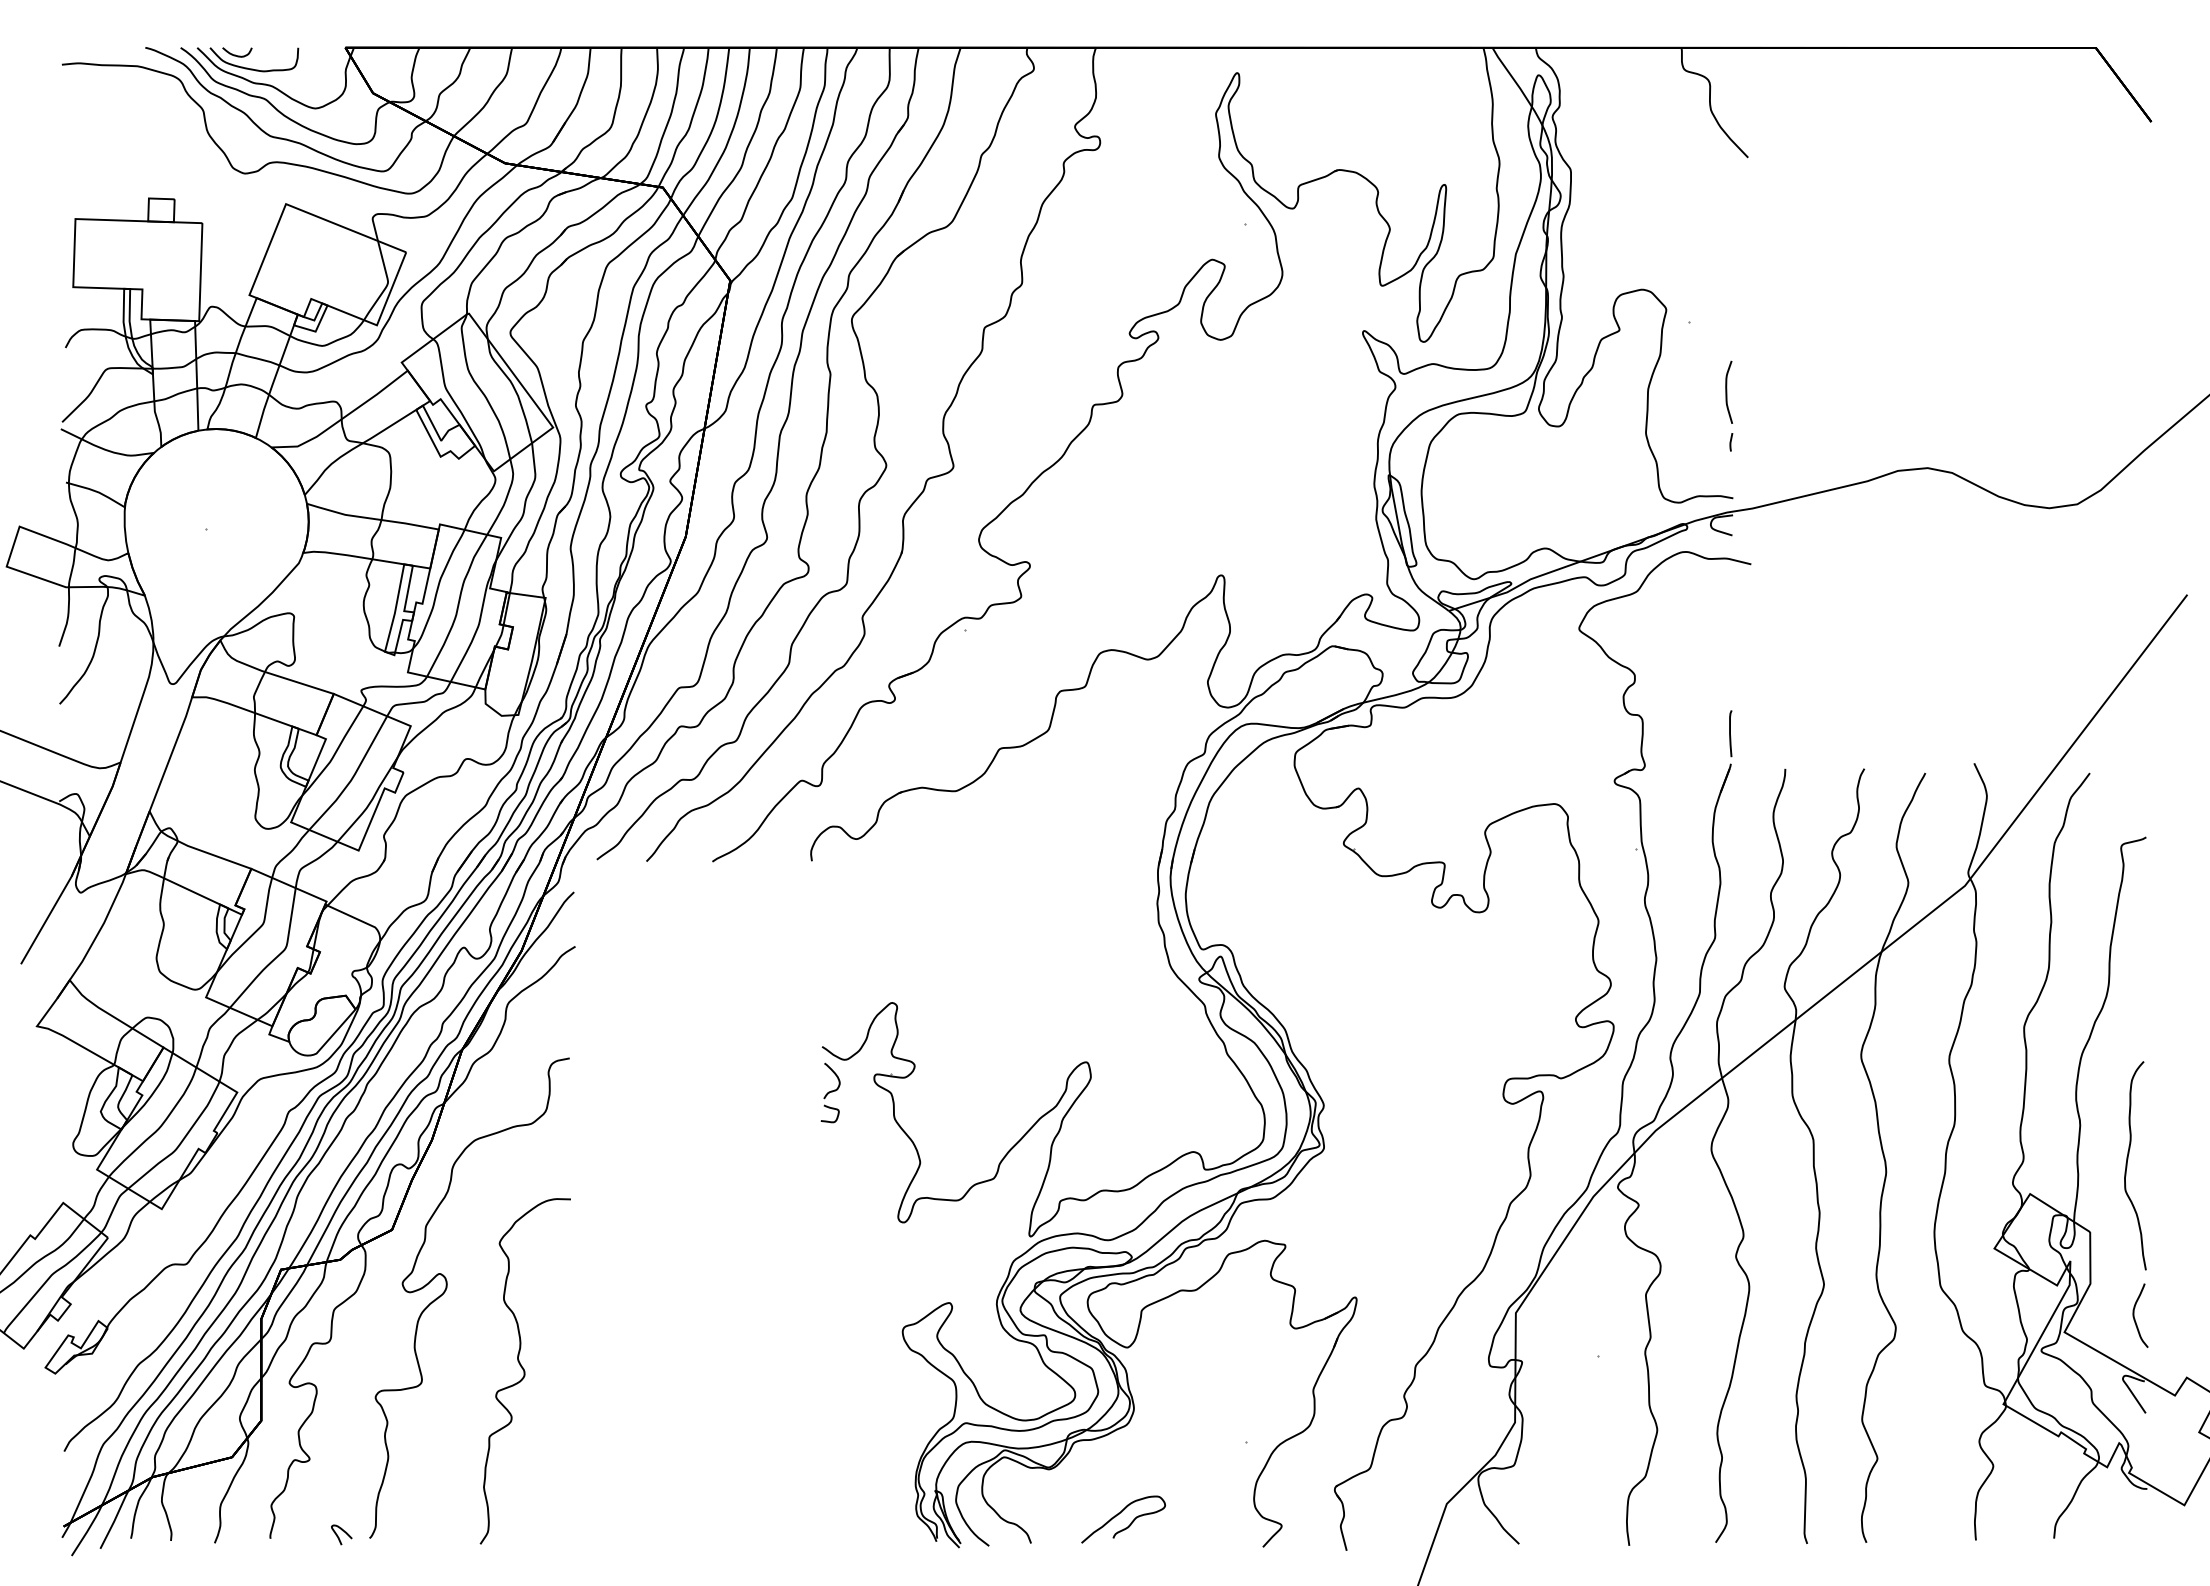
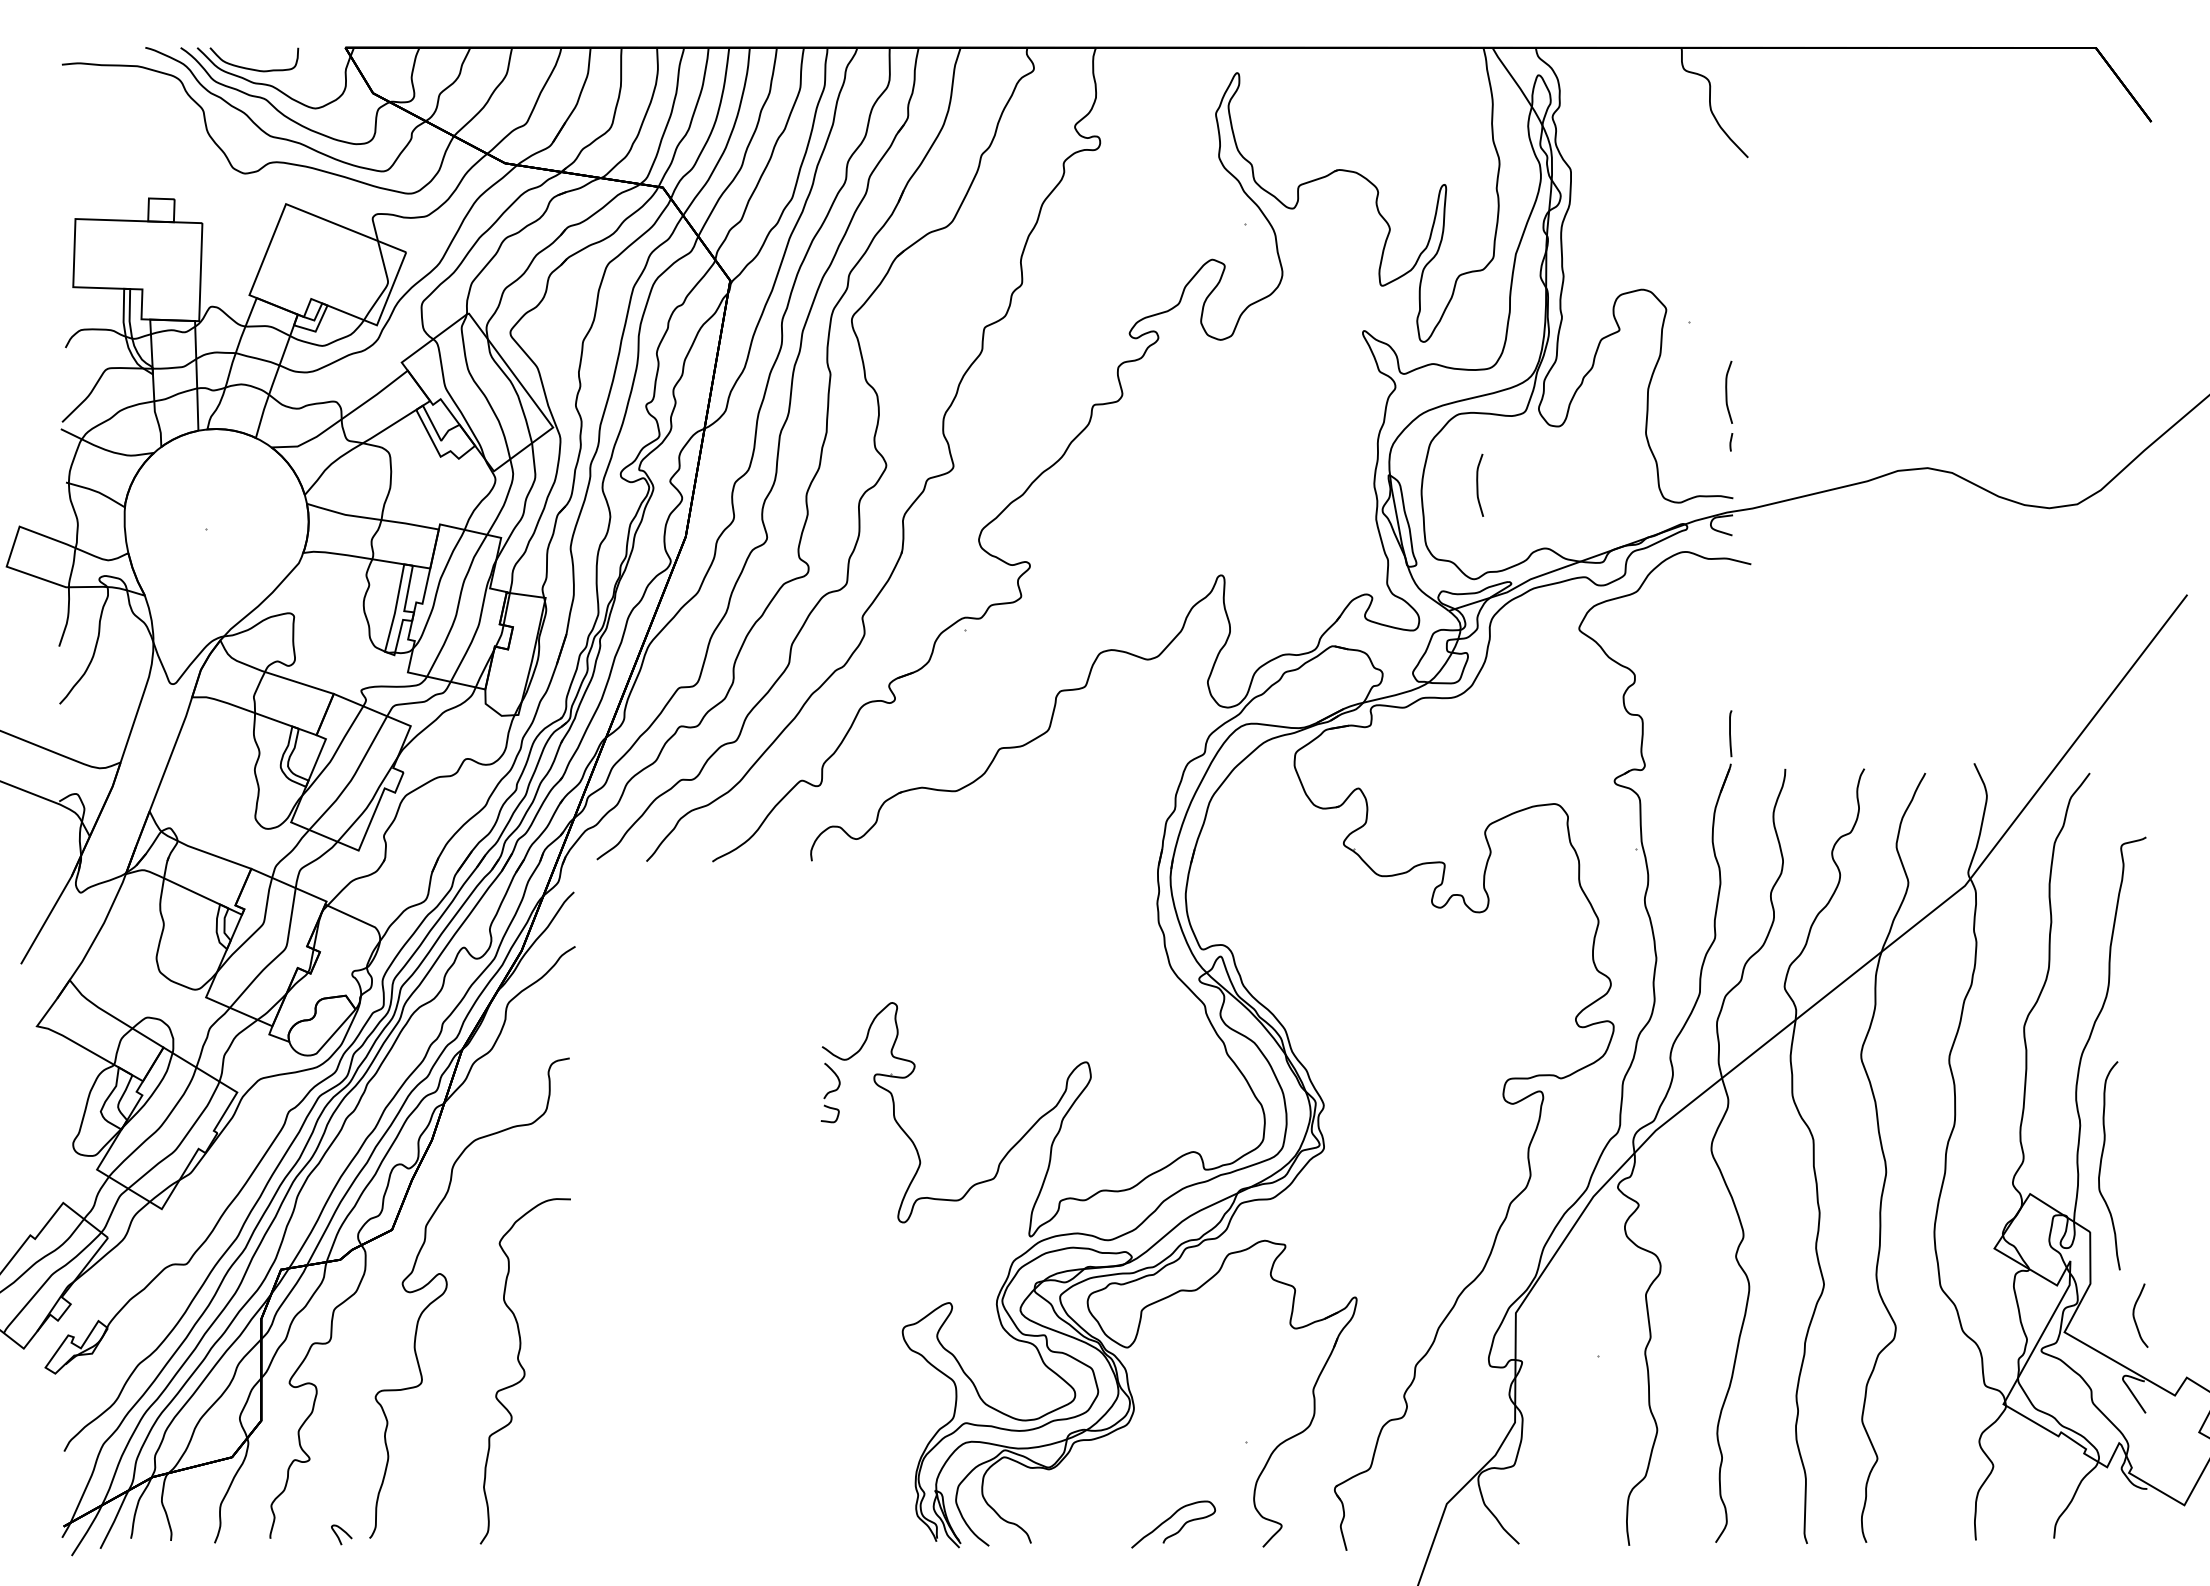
curve at (235, 54): present -> none
curve at (1478, 484): none -> present
curve at (2127, 1165) position: (2127, 1165) -> (2101, 1165)
curve at (1119, 1514) position: (1119, 1514) -> (1169, 1519)
